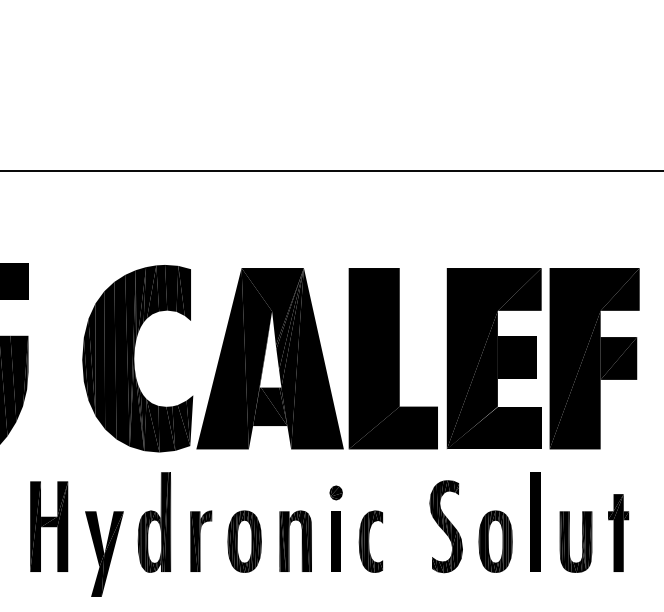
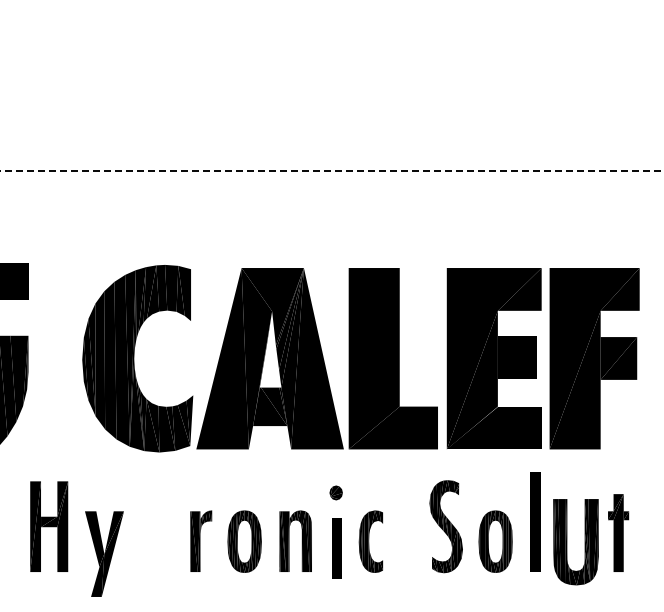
line at (332, 171): solid -> dashed
part at (153, 522): present -> none
part at (335, 541) position: (335, 541) -> (336, 548)
part at (575, 541) size: 34x62 px -> 46x87 px
